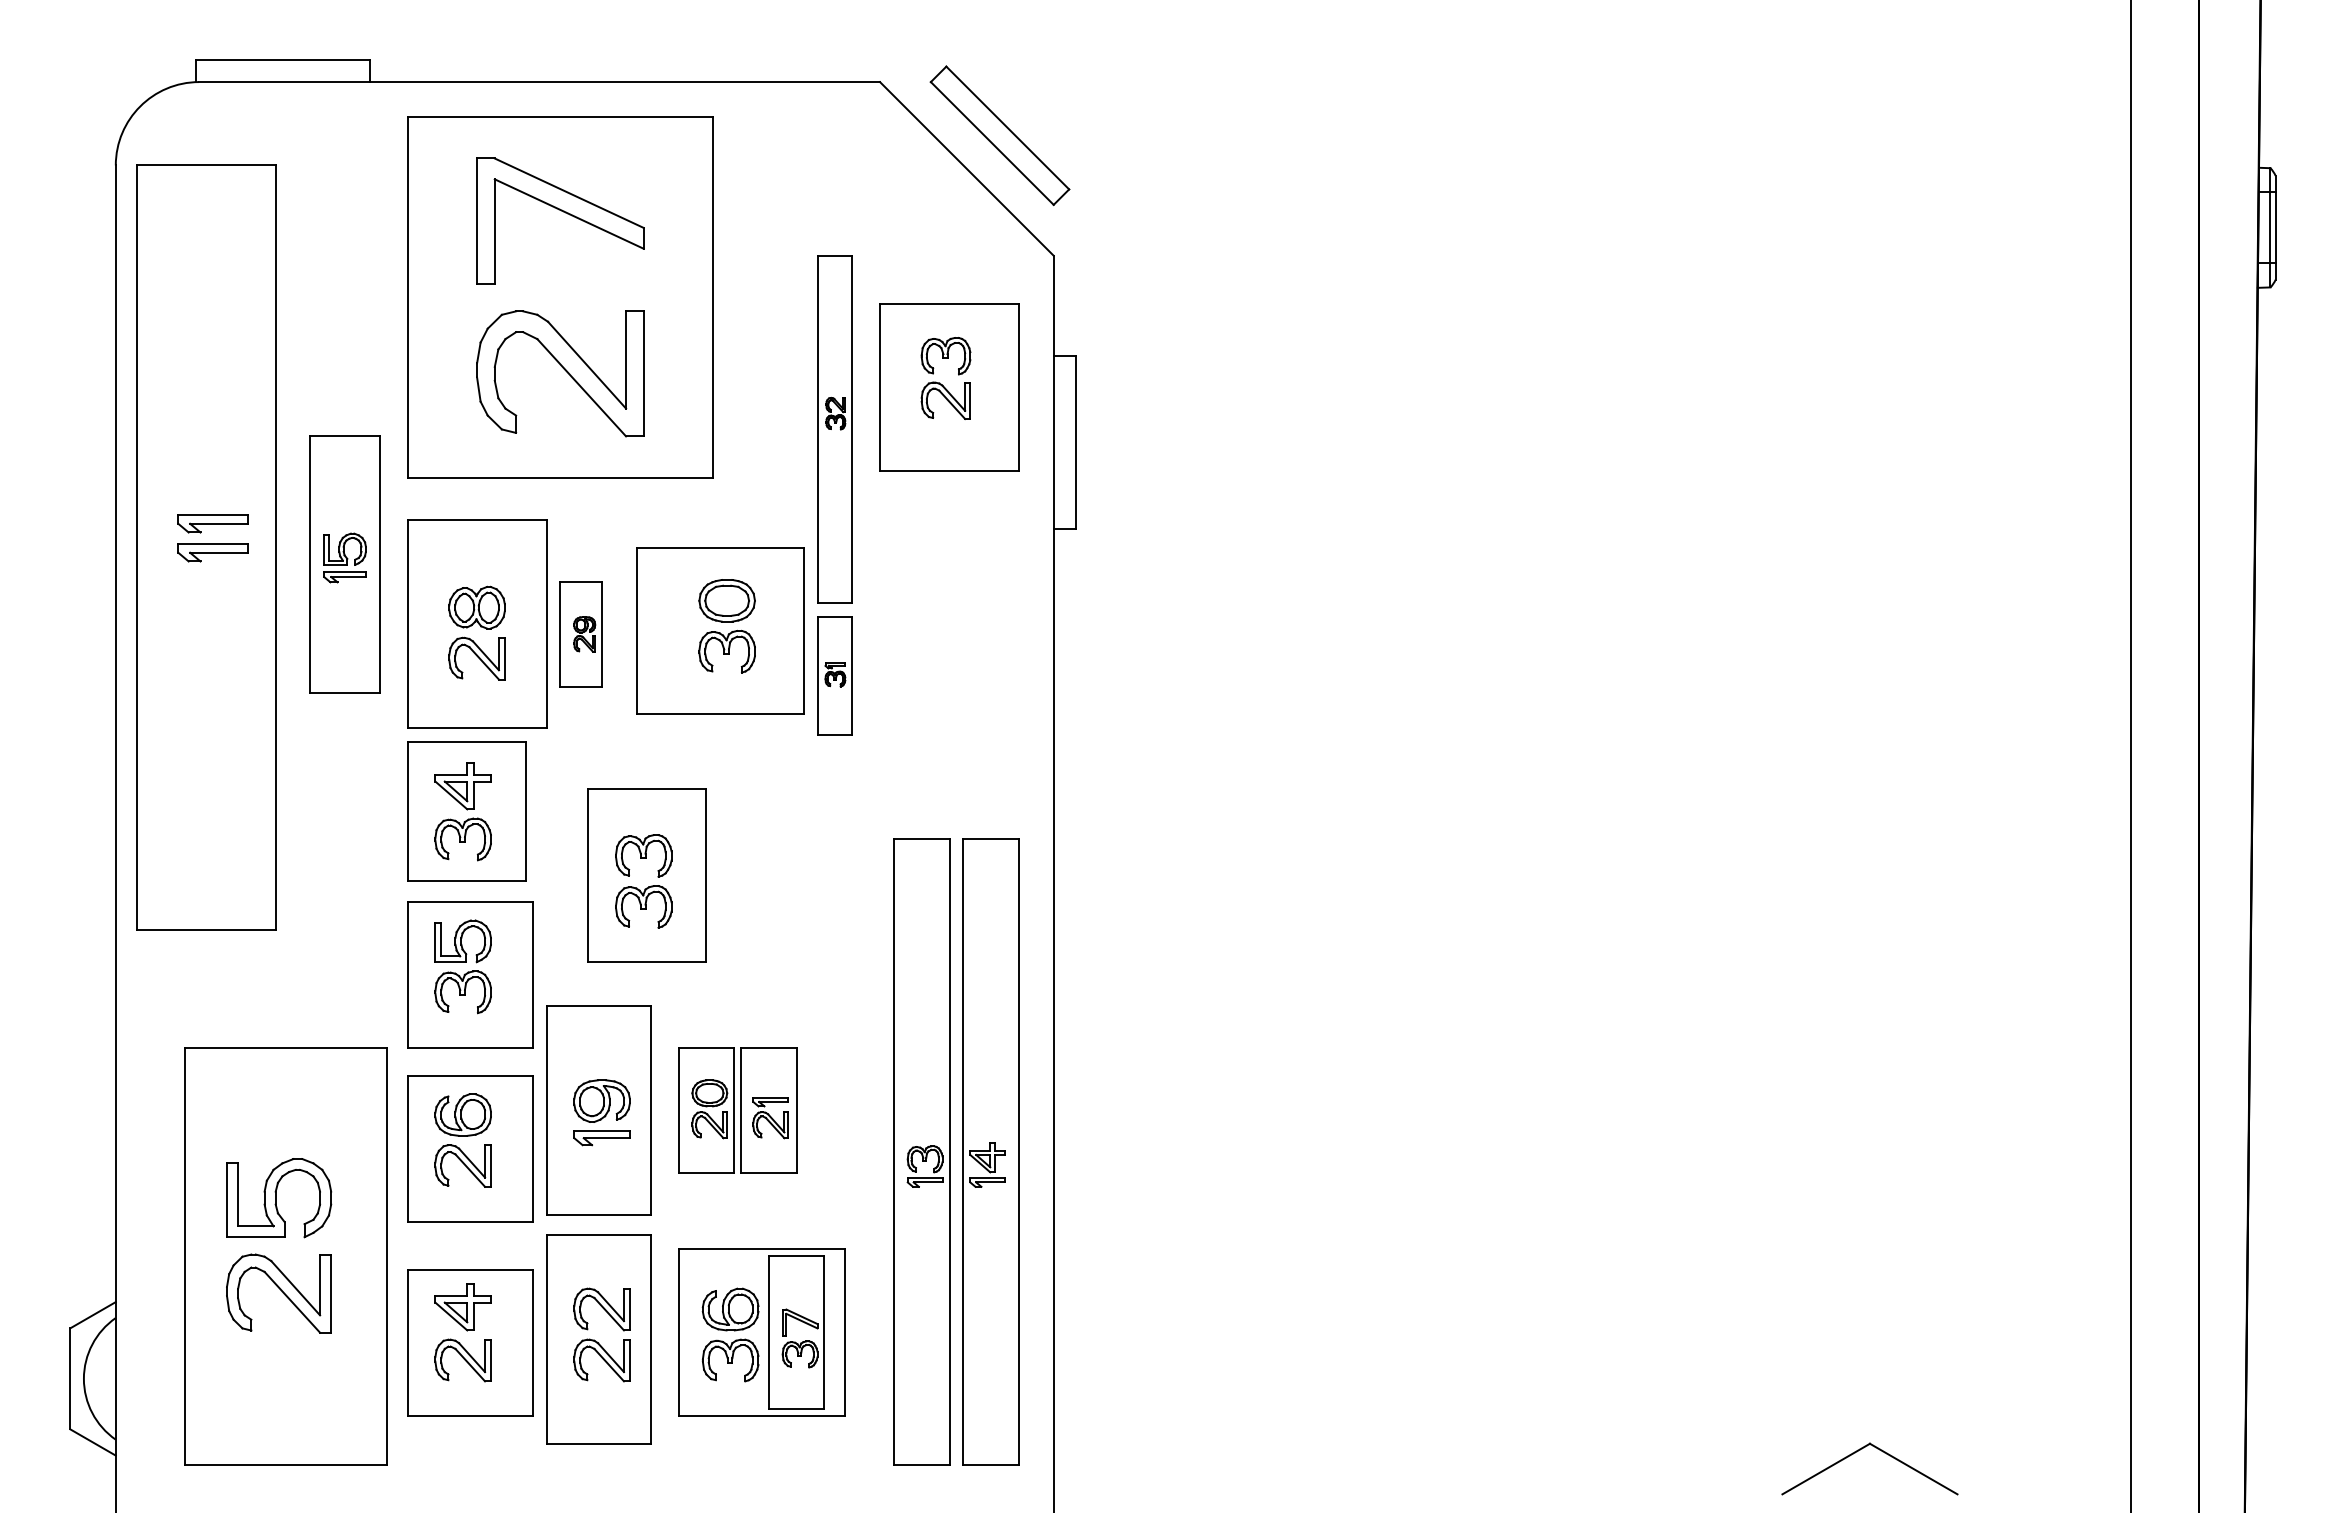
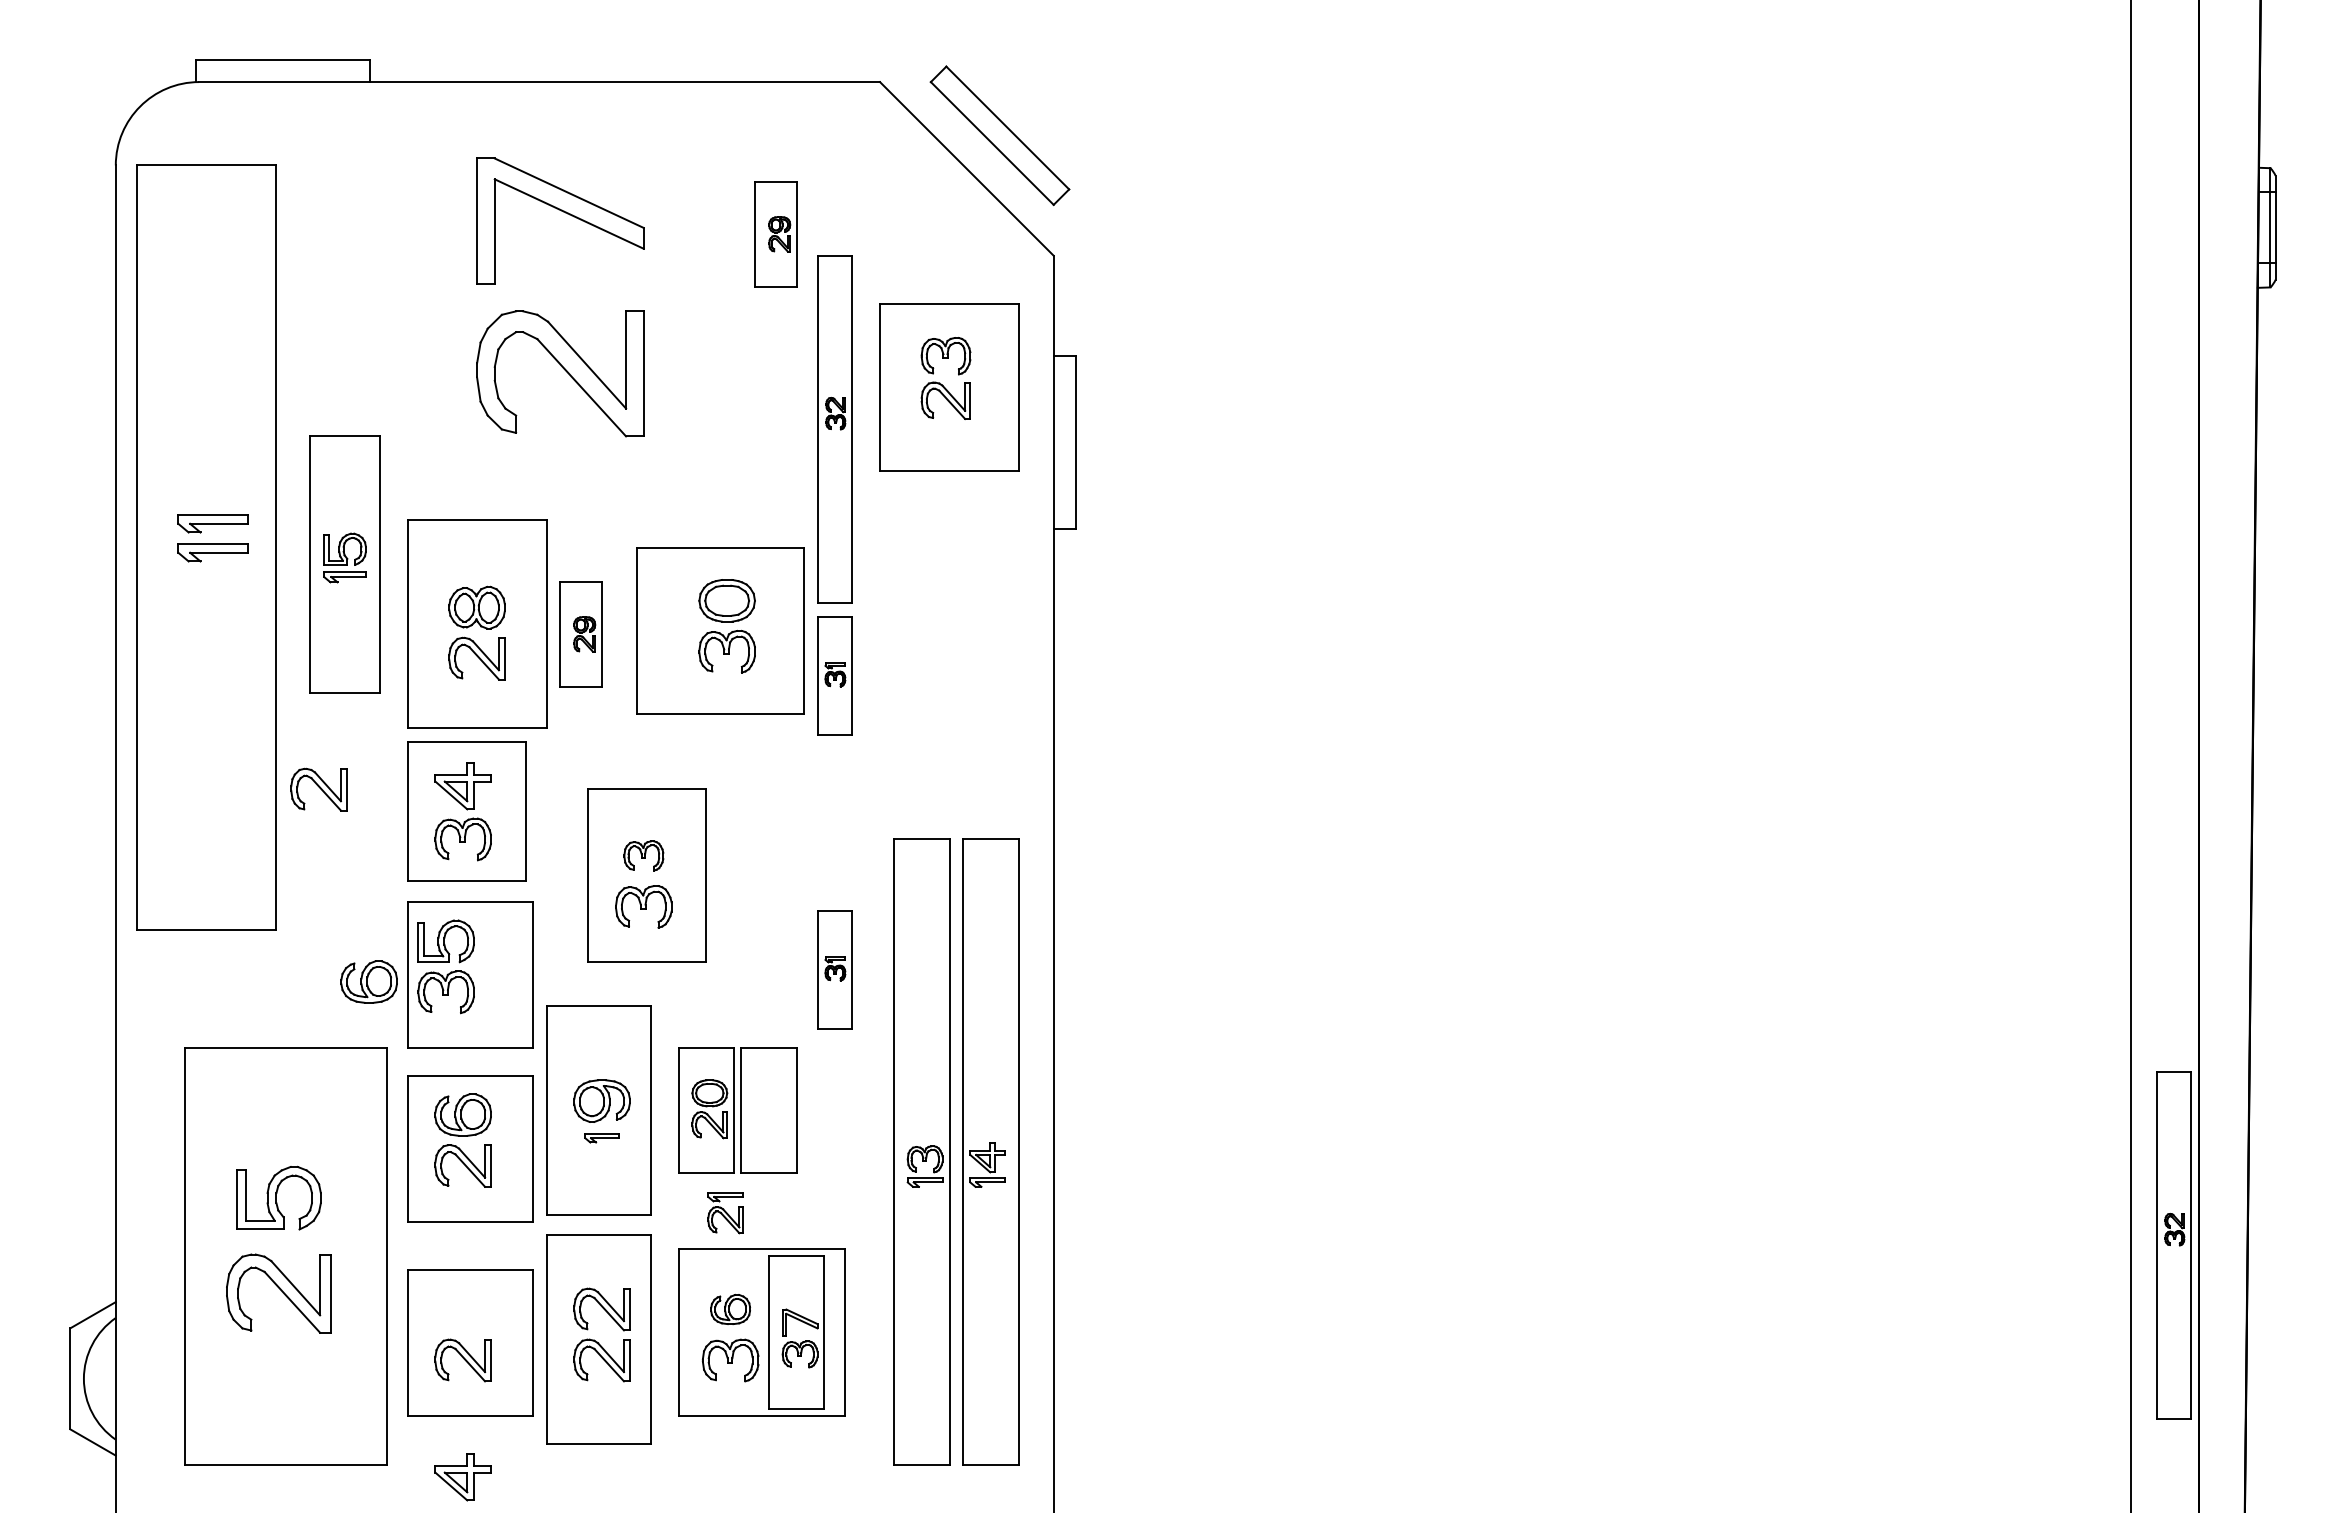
part at (775, 234): none -> present
part at (560, 297): present -> none
part at (318, 789): none -> present
part at (643, 855) size: 58x44 px -> 42x32 px
part at (462, 966) position: (462, 966) -> (445, 966)
part at (834, 969): none -> present
part at (368, 981): none -> present
part at (770, 1118) position: (770, 1118) -> (725, 1213)
part at (601, 1138) size: 58x17 px -> 36x11 px
part at (279, 1198) size: 107x81 px -> 86x66 px
part at (2173, 1245): none -> present
part at (462, 1307) position: (462, 1307) -> (462, 1477)
part at (730, 1309) size: 59x45 px -> 41x31 px
part at (1857, 1452): present -> none
